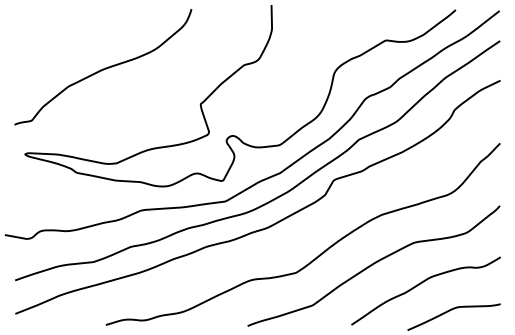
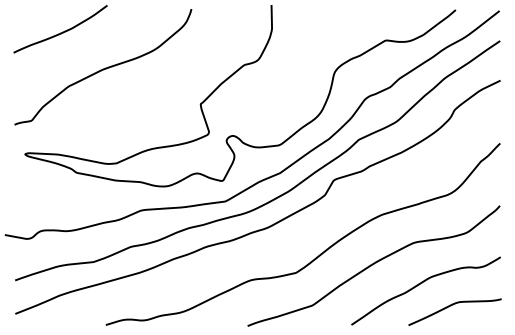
curve at (62, 31): none -> present
curve at (450, 311) position: (450, 311) -> (451, 306)
